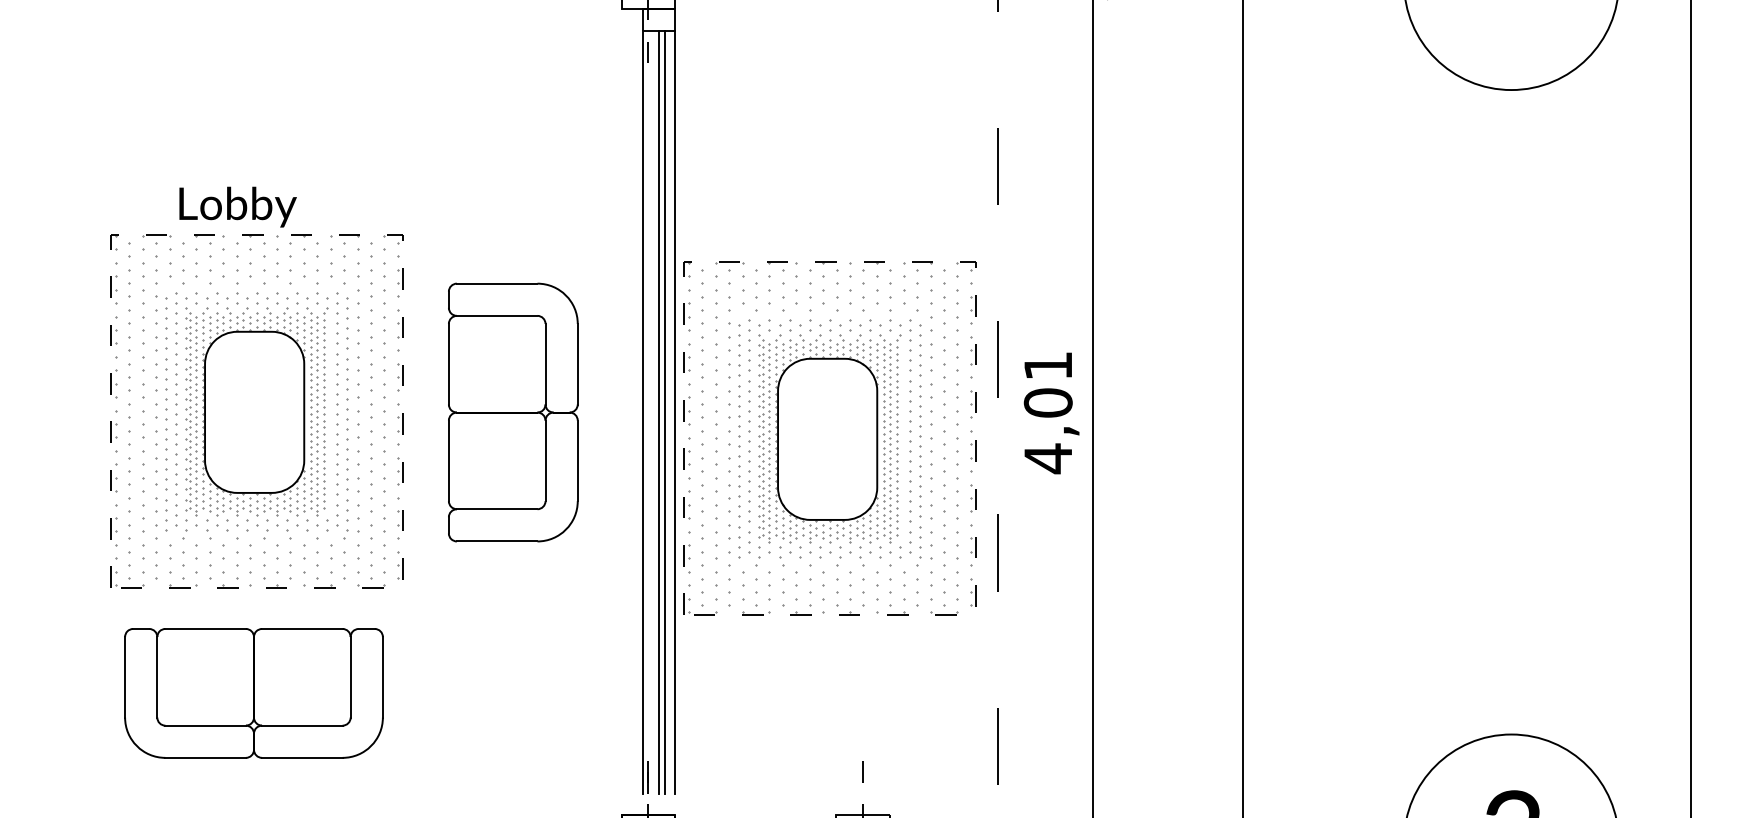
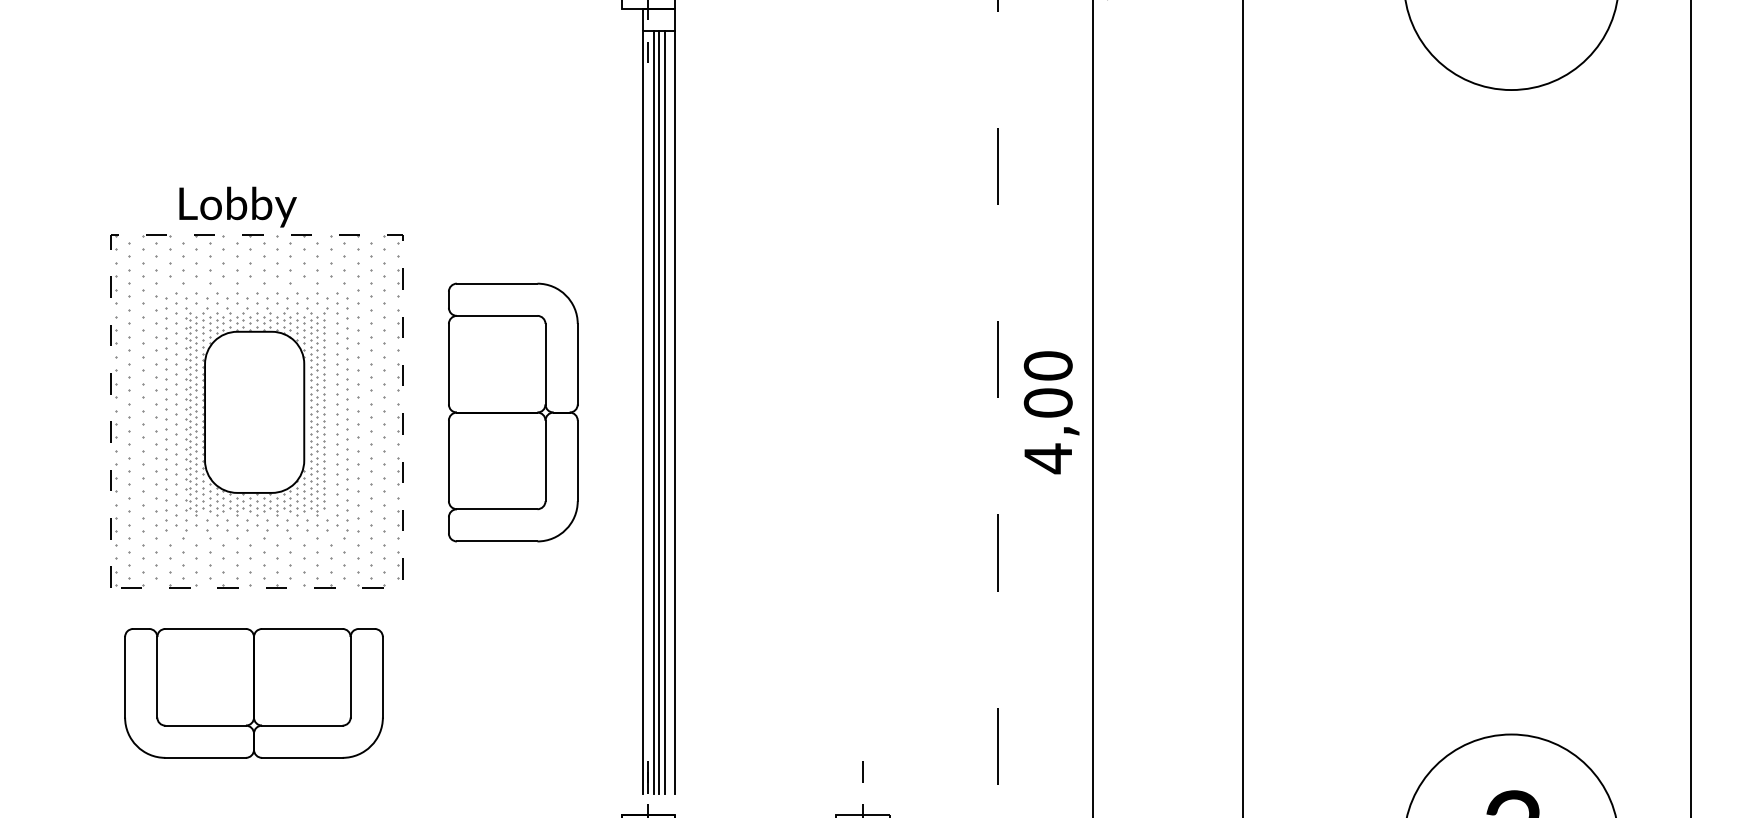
text at (1047, 365): 4,01 -> 4,00
line at (653, 411): none -> present
part at (829, 438): present -> none
